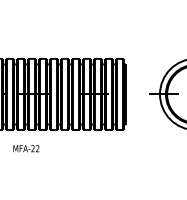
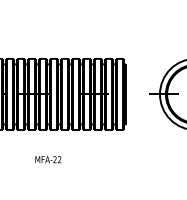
text at (26, 148) position: (26, 148) -> (48, 159)
